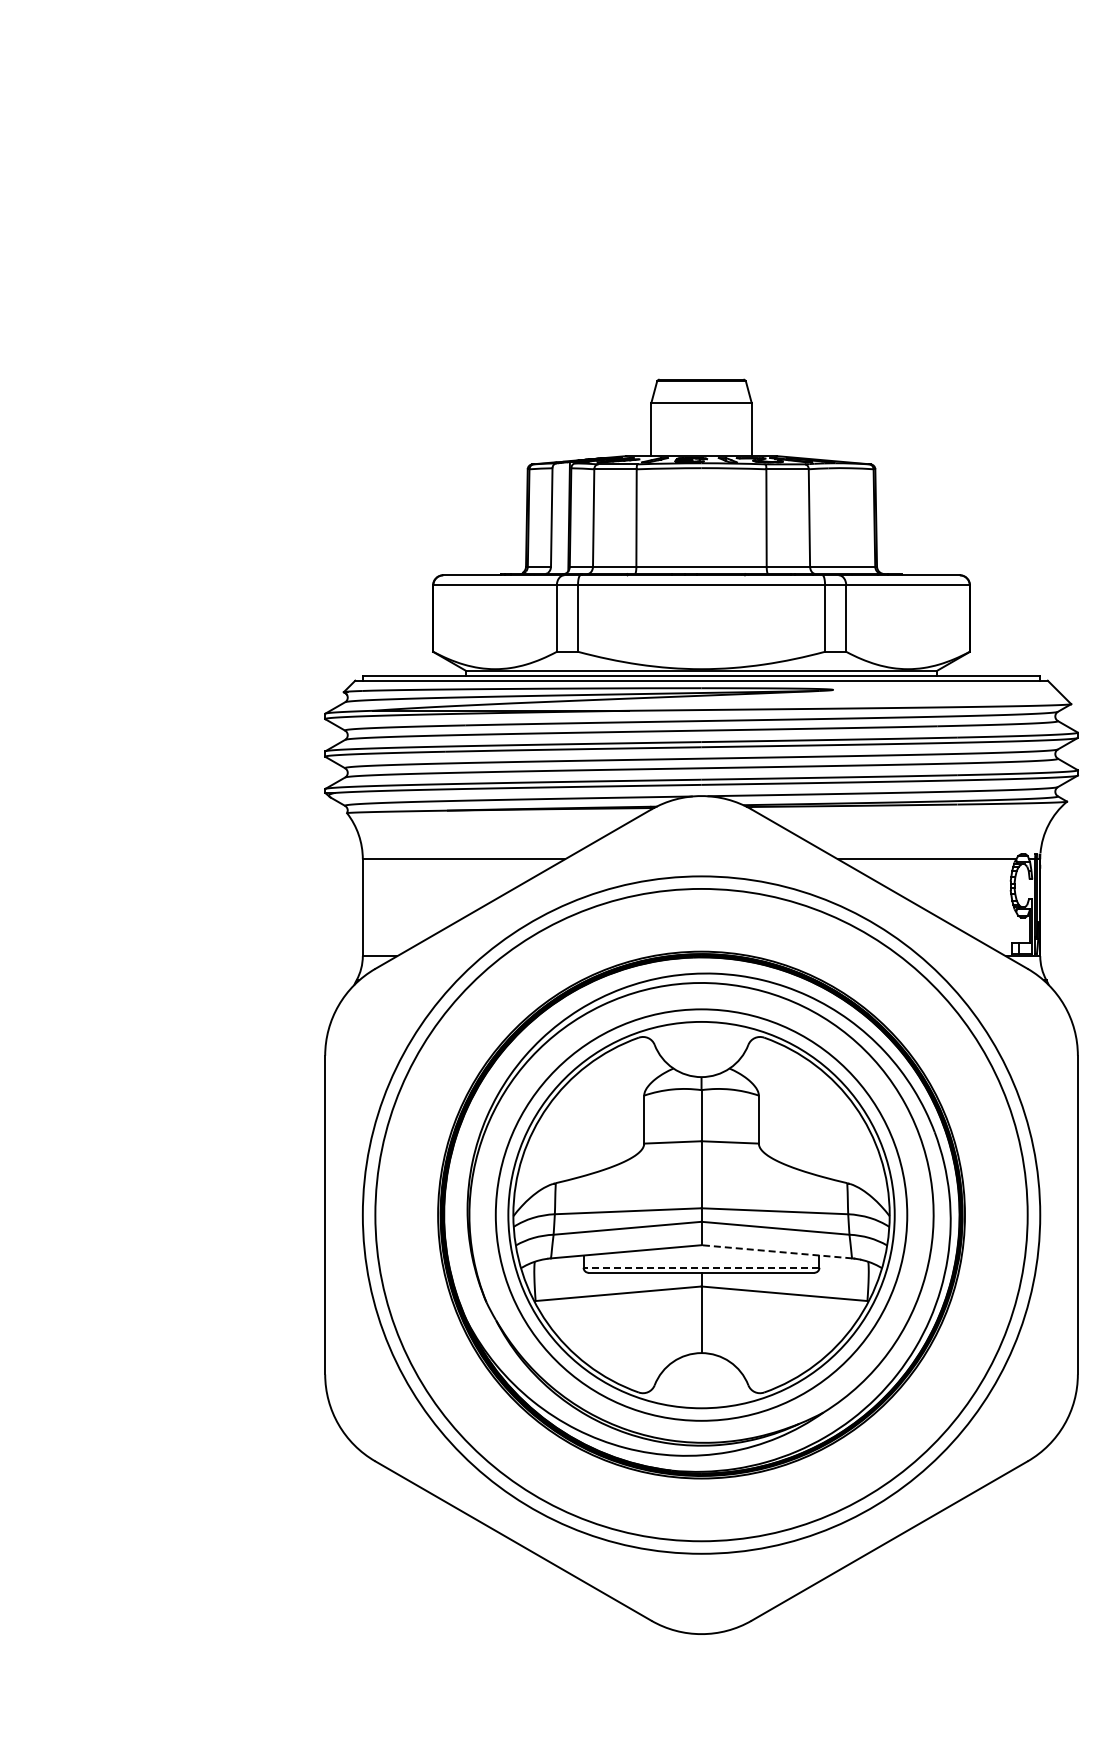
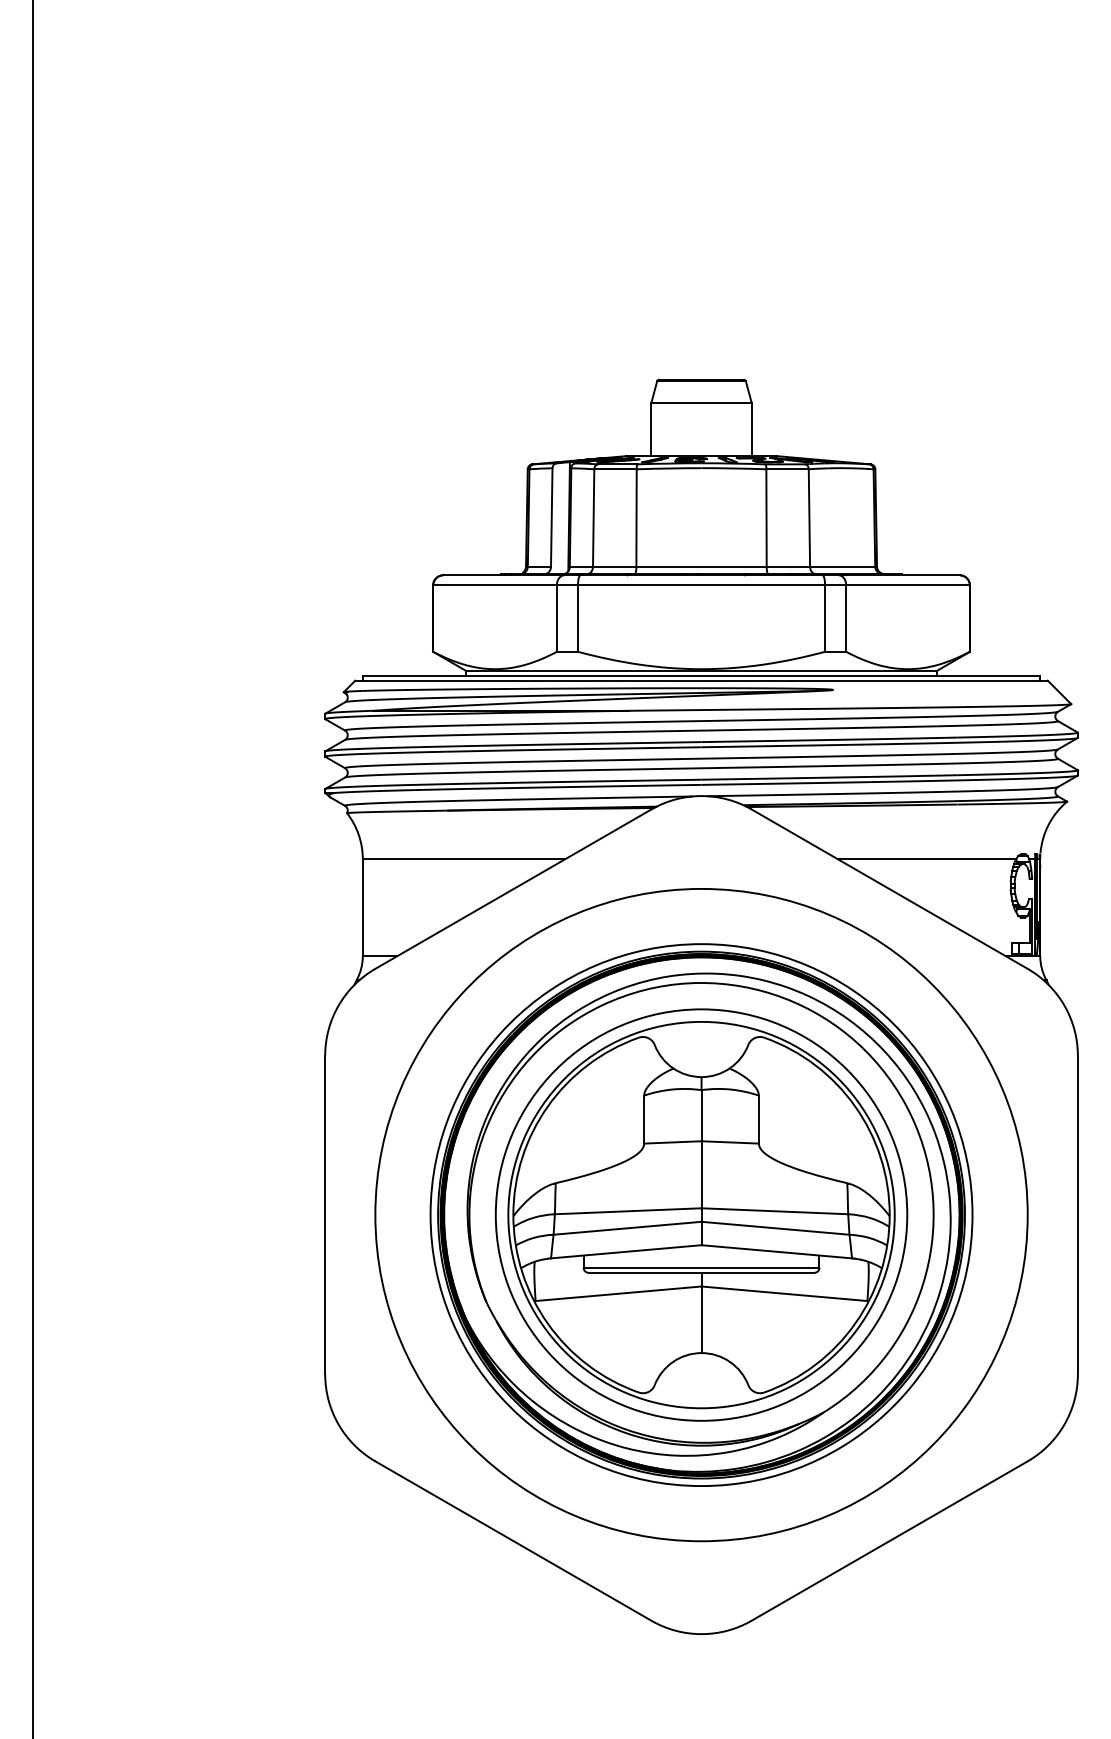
line at (33, 868): none -> present
circle at (701, 1214) diameter: 677 px -> 542 px
line at (776, 1251): dashed -> solid
line at (701, 1267): dashed -> solid
